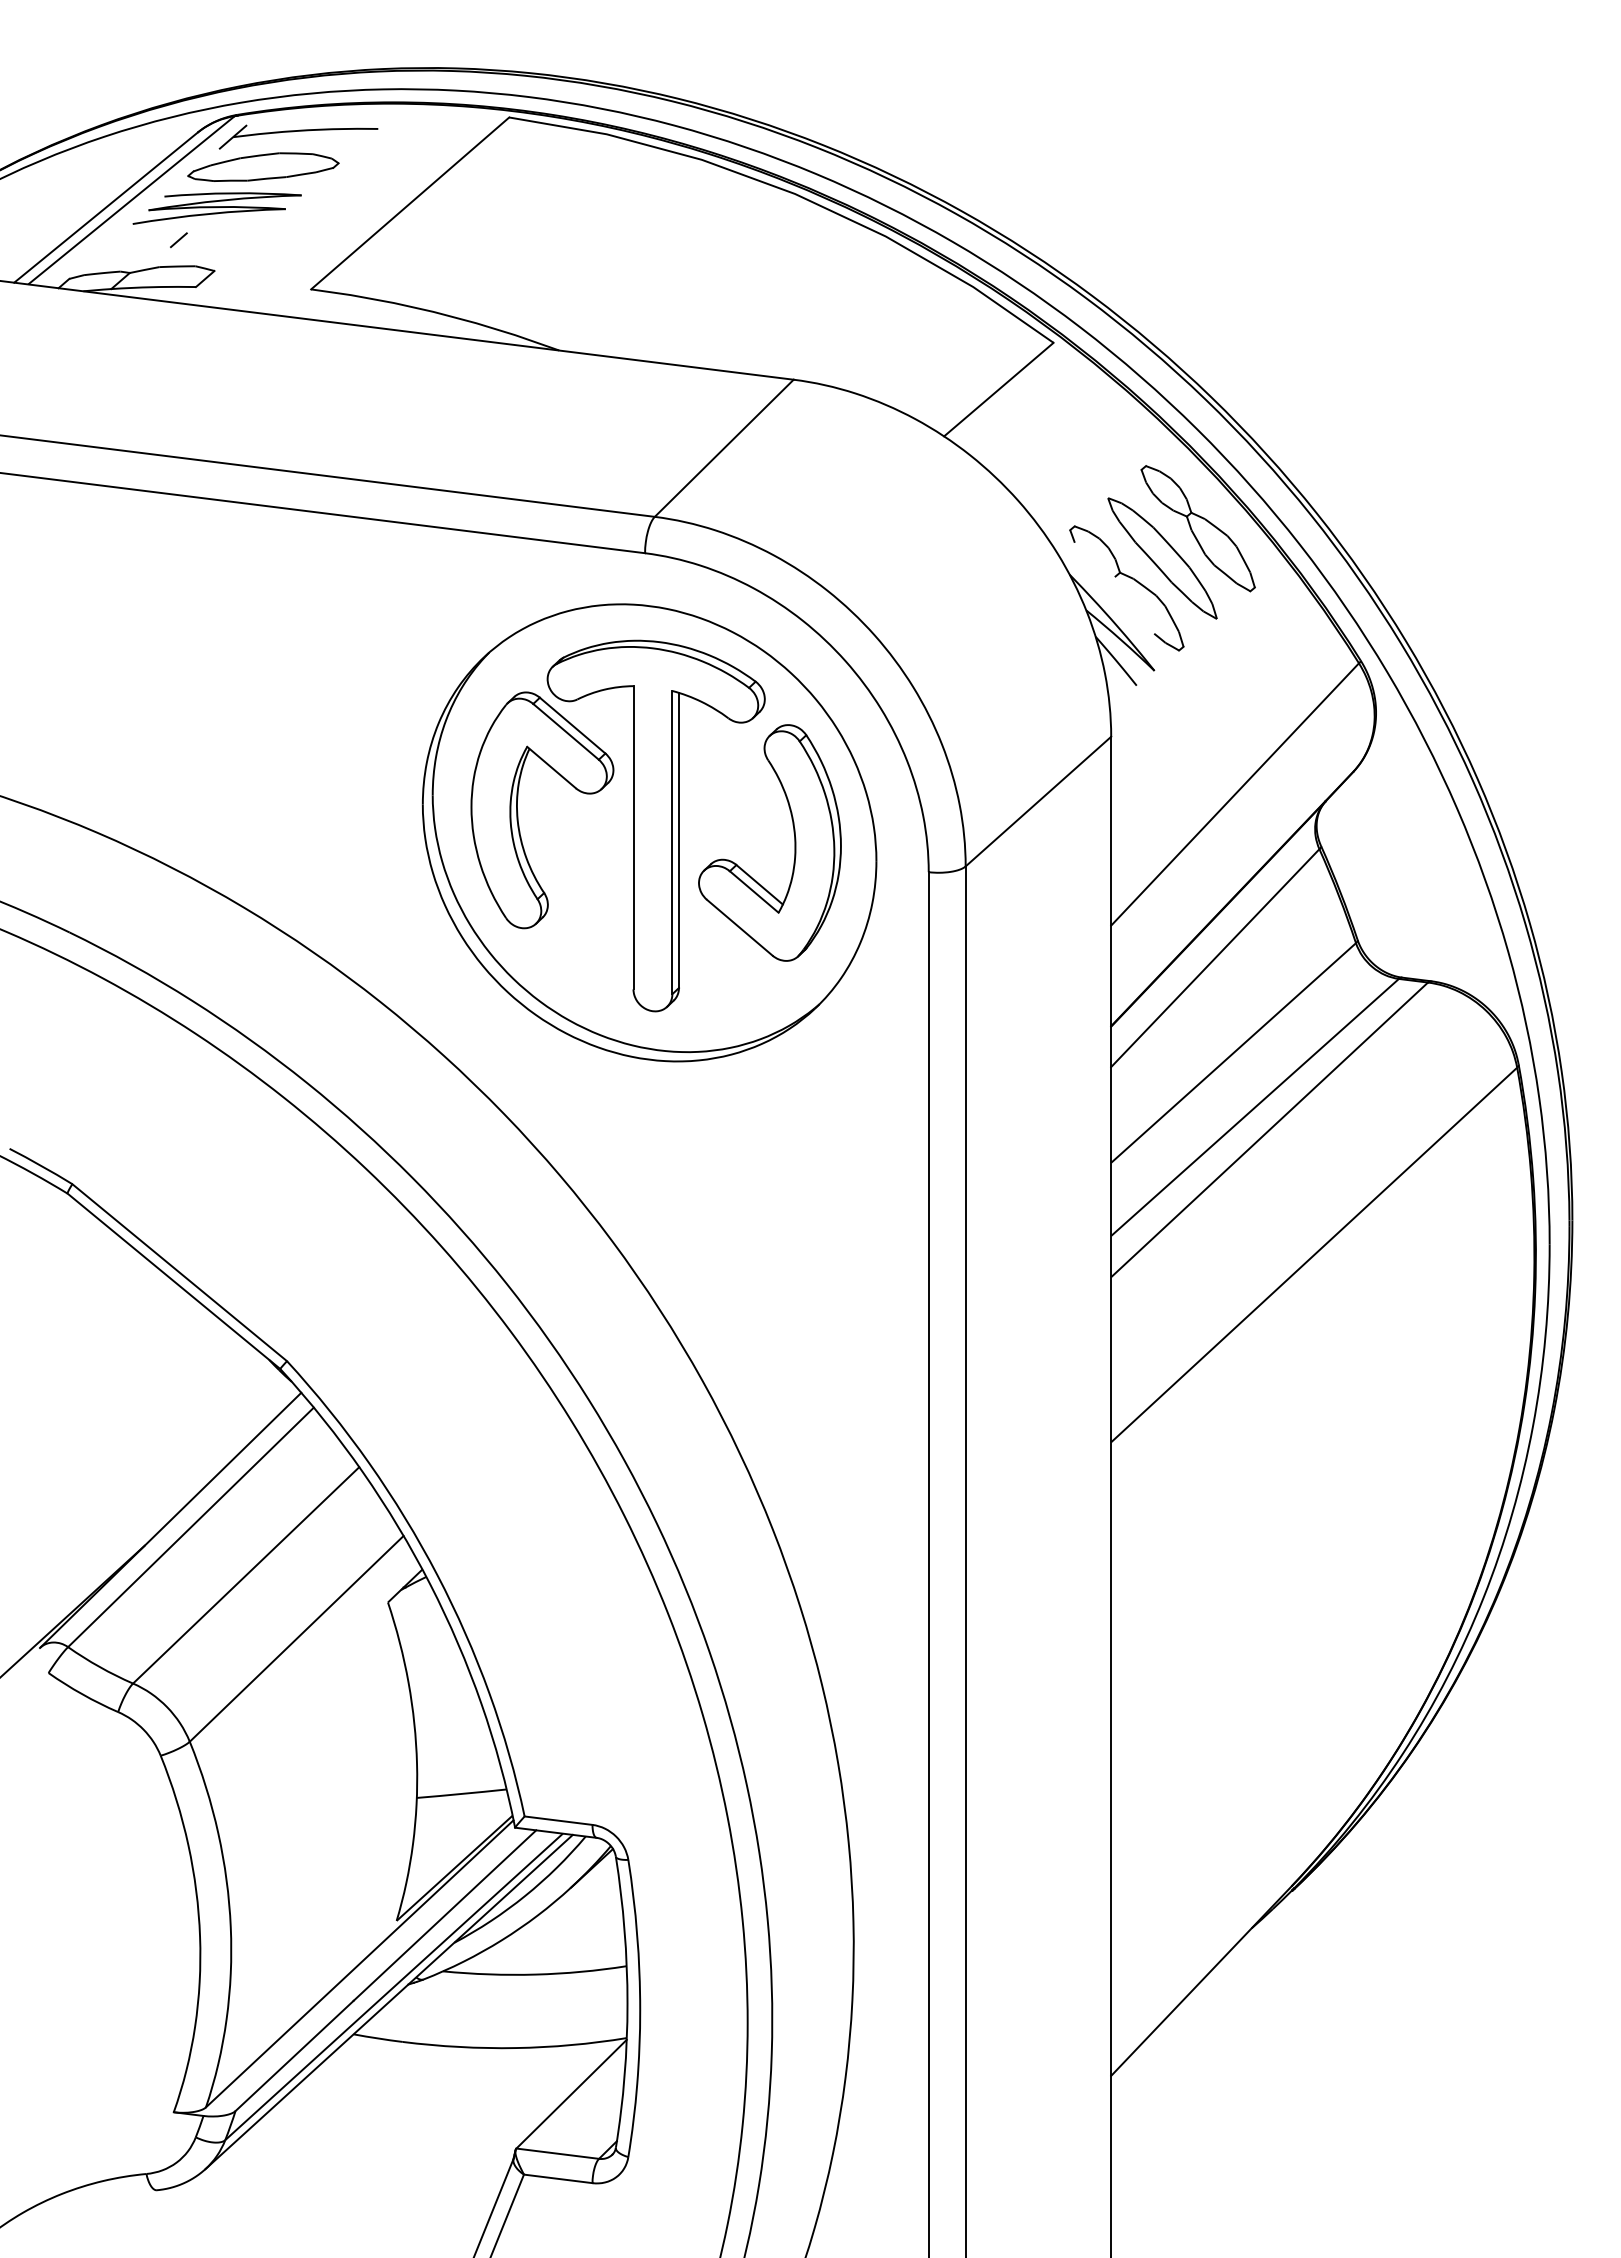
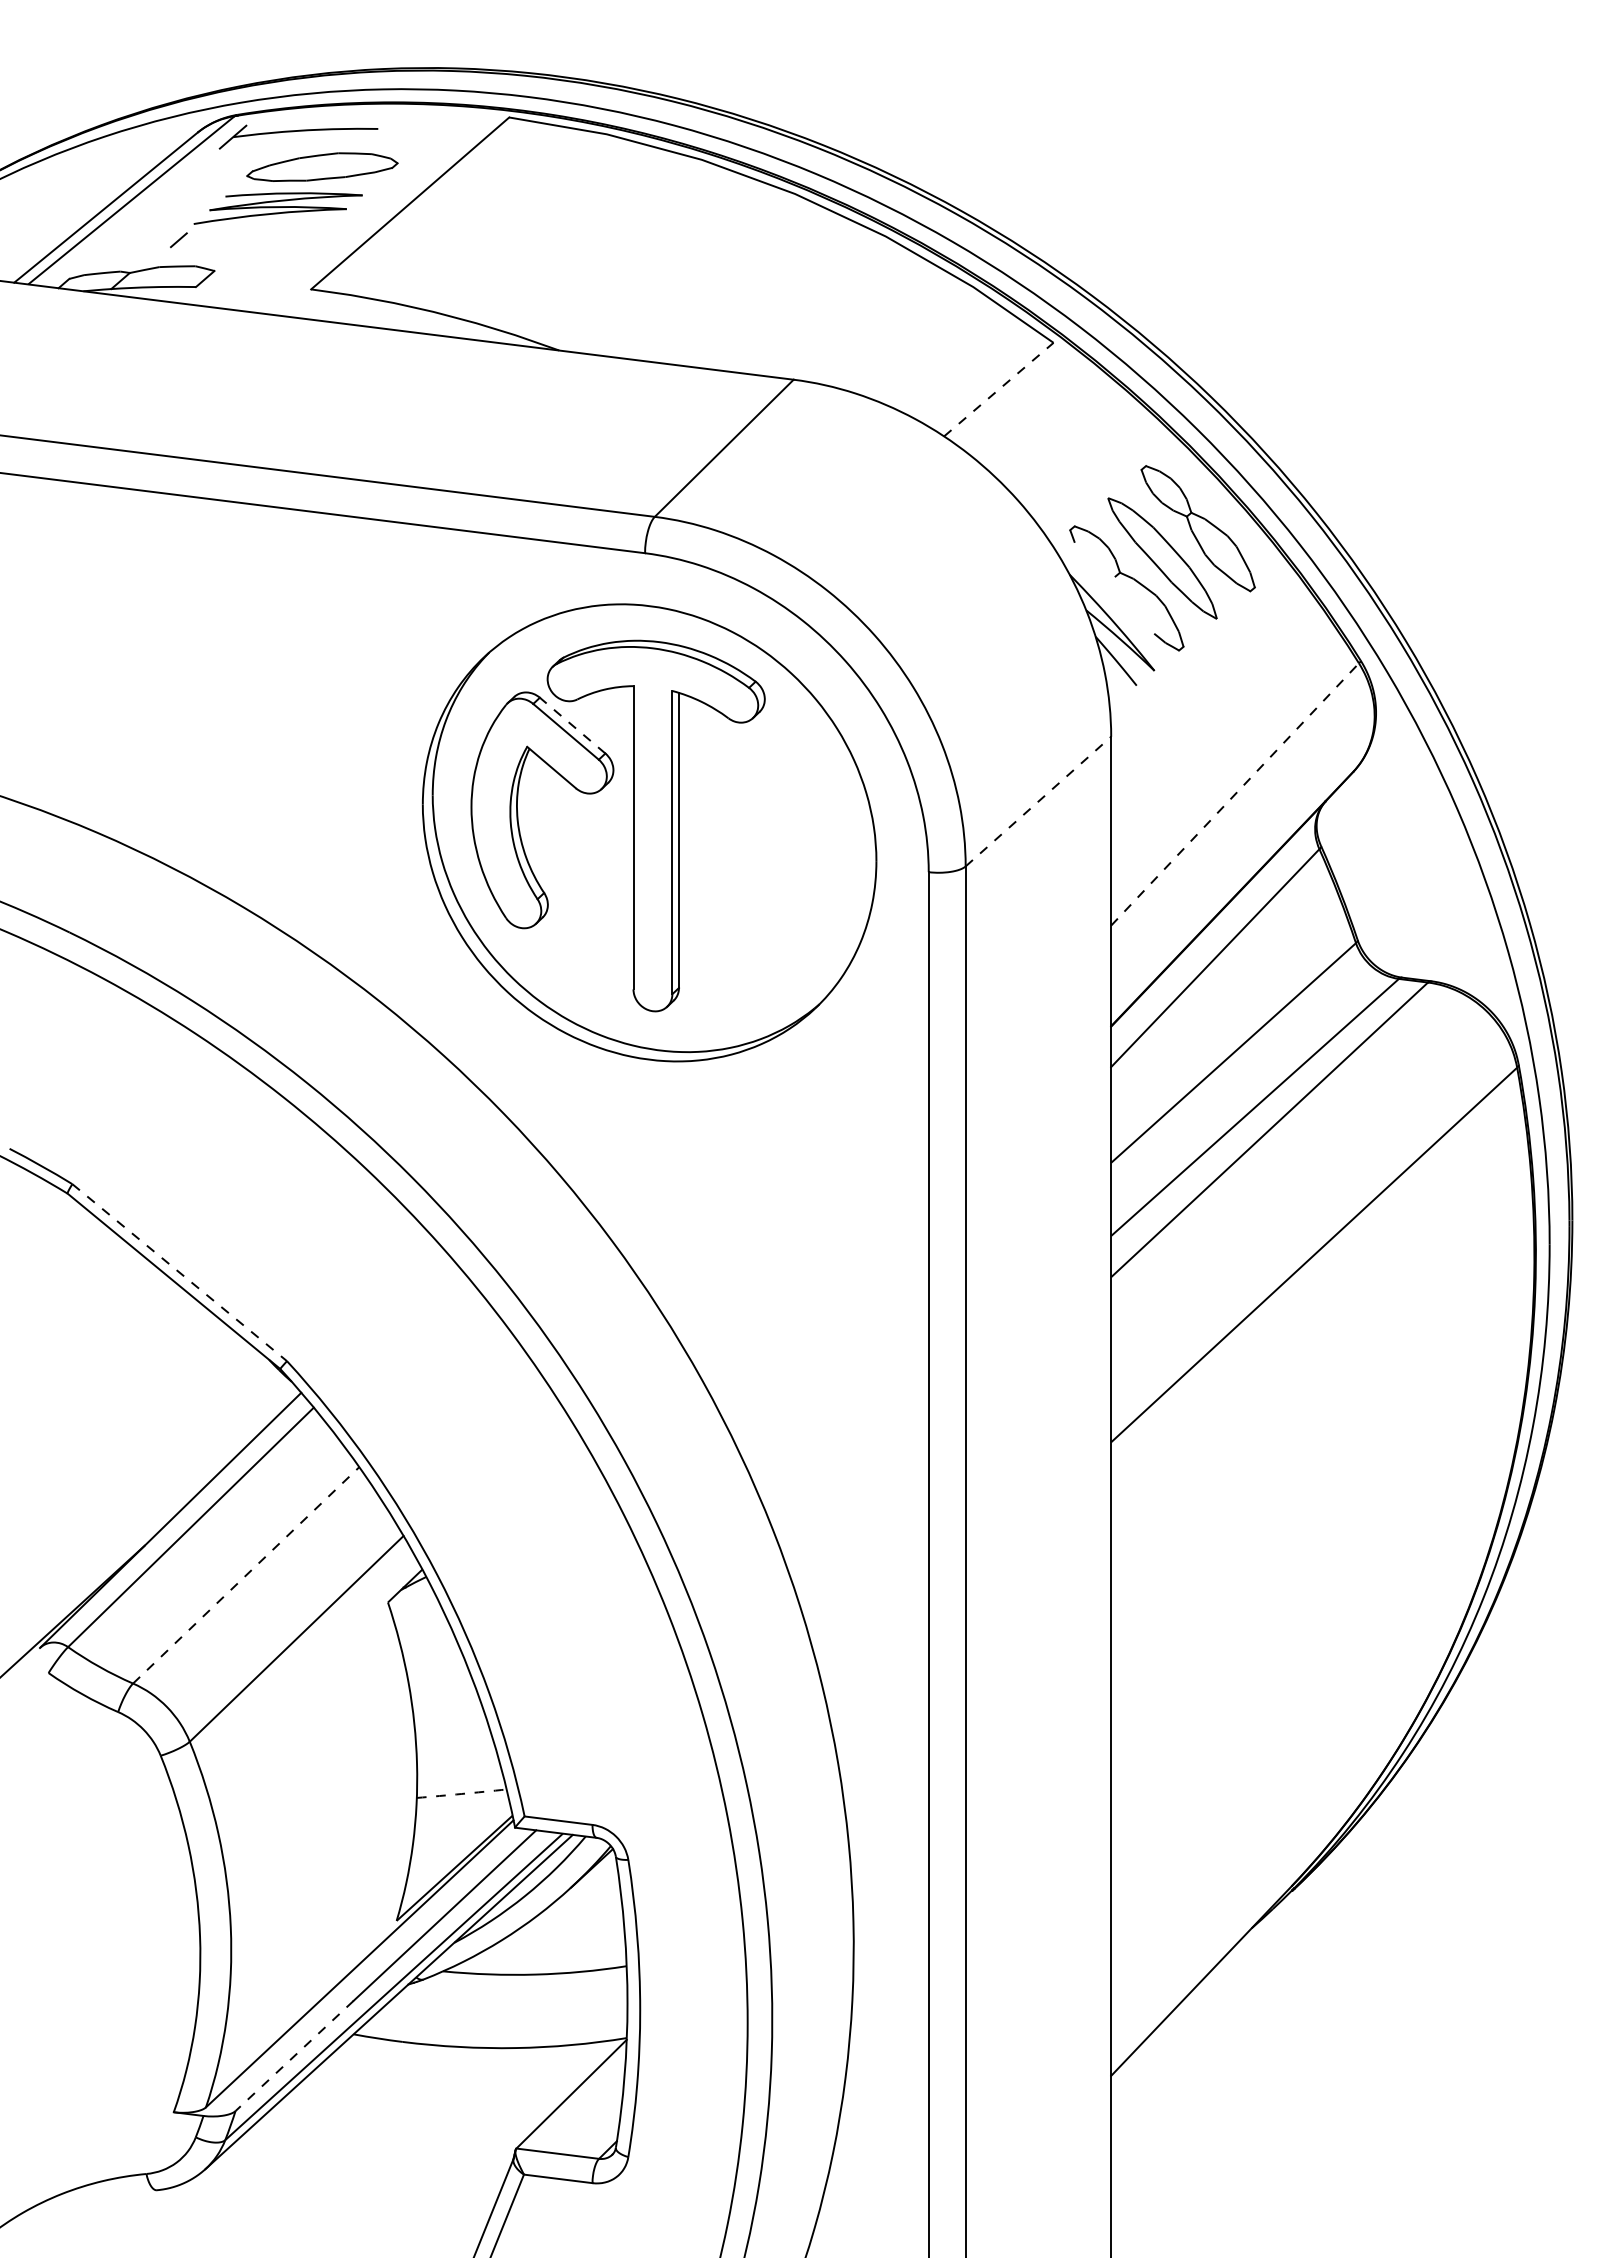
part at (263, 166) position: (263, 166) -> (322, 166)
part at (216, 208) position: (216, 208) -> (277, 208)
line at (998, 389): solid -> dashed
line at (572, 725): solid -> dashed
line at (1235, 794): solid -> dashed
line at (1038, 801): solid -> dashed
part at (794, 842): present -> none
line at (180, 1272): solid -> dashed
line at (246, 1575): solid -> dashed
arc at (461, 1793): solid -> dashed
line at (294, 2055): solid -> dashed
